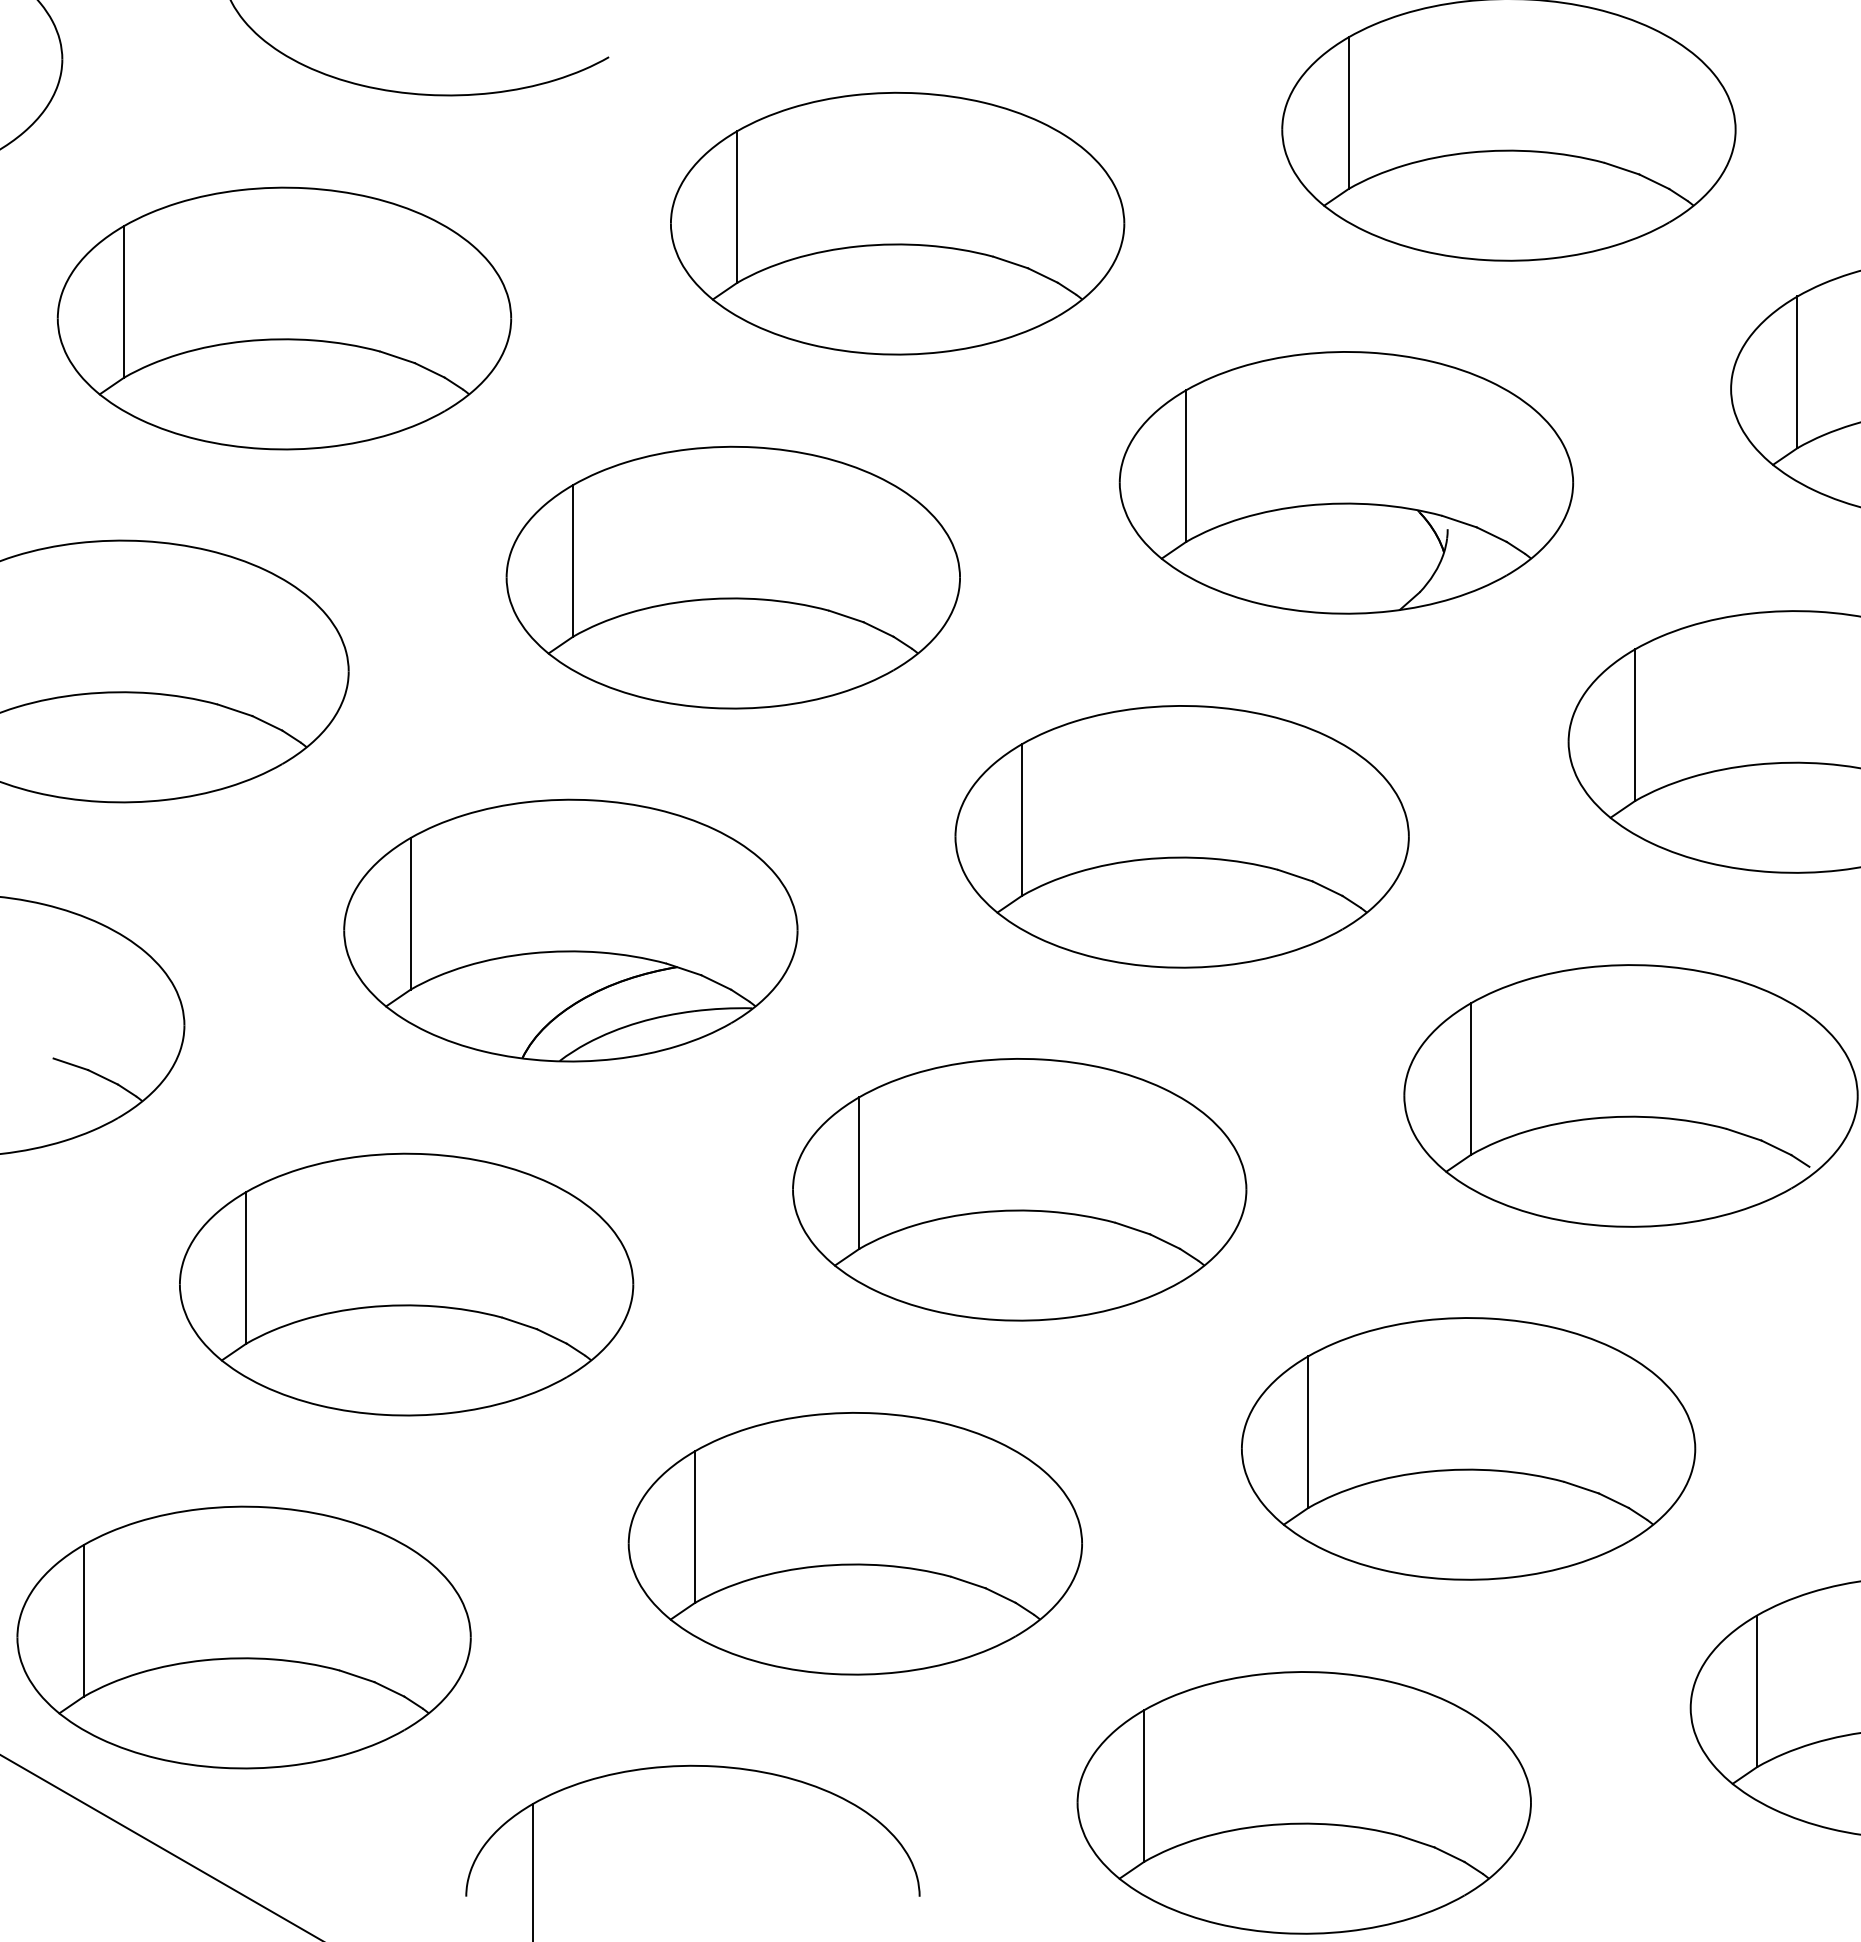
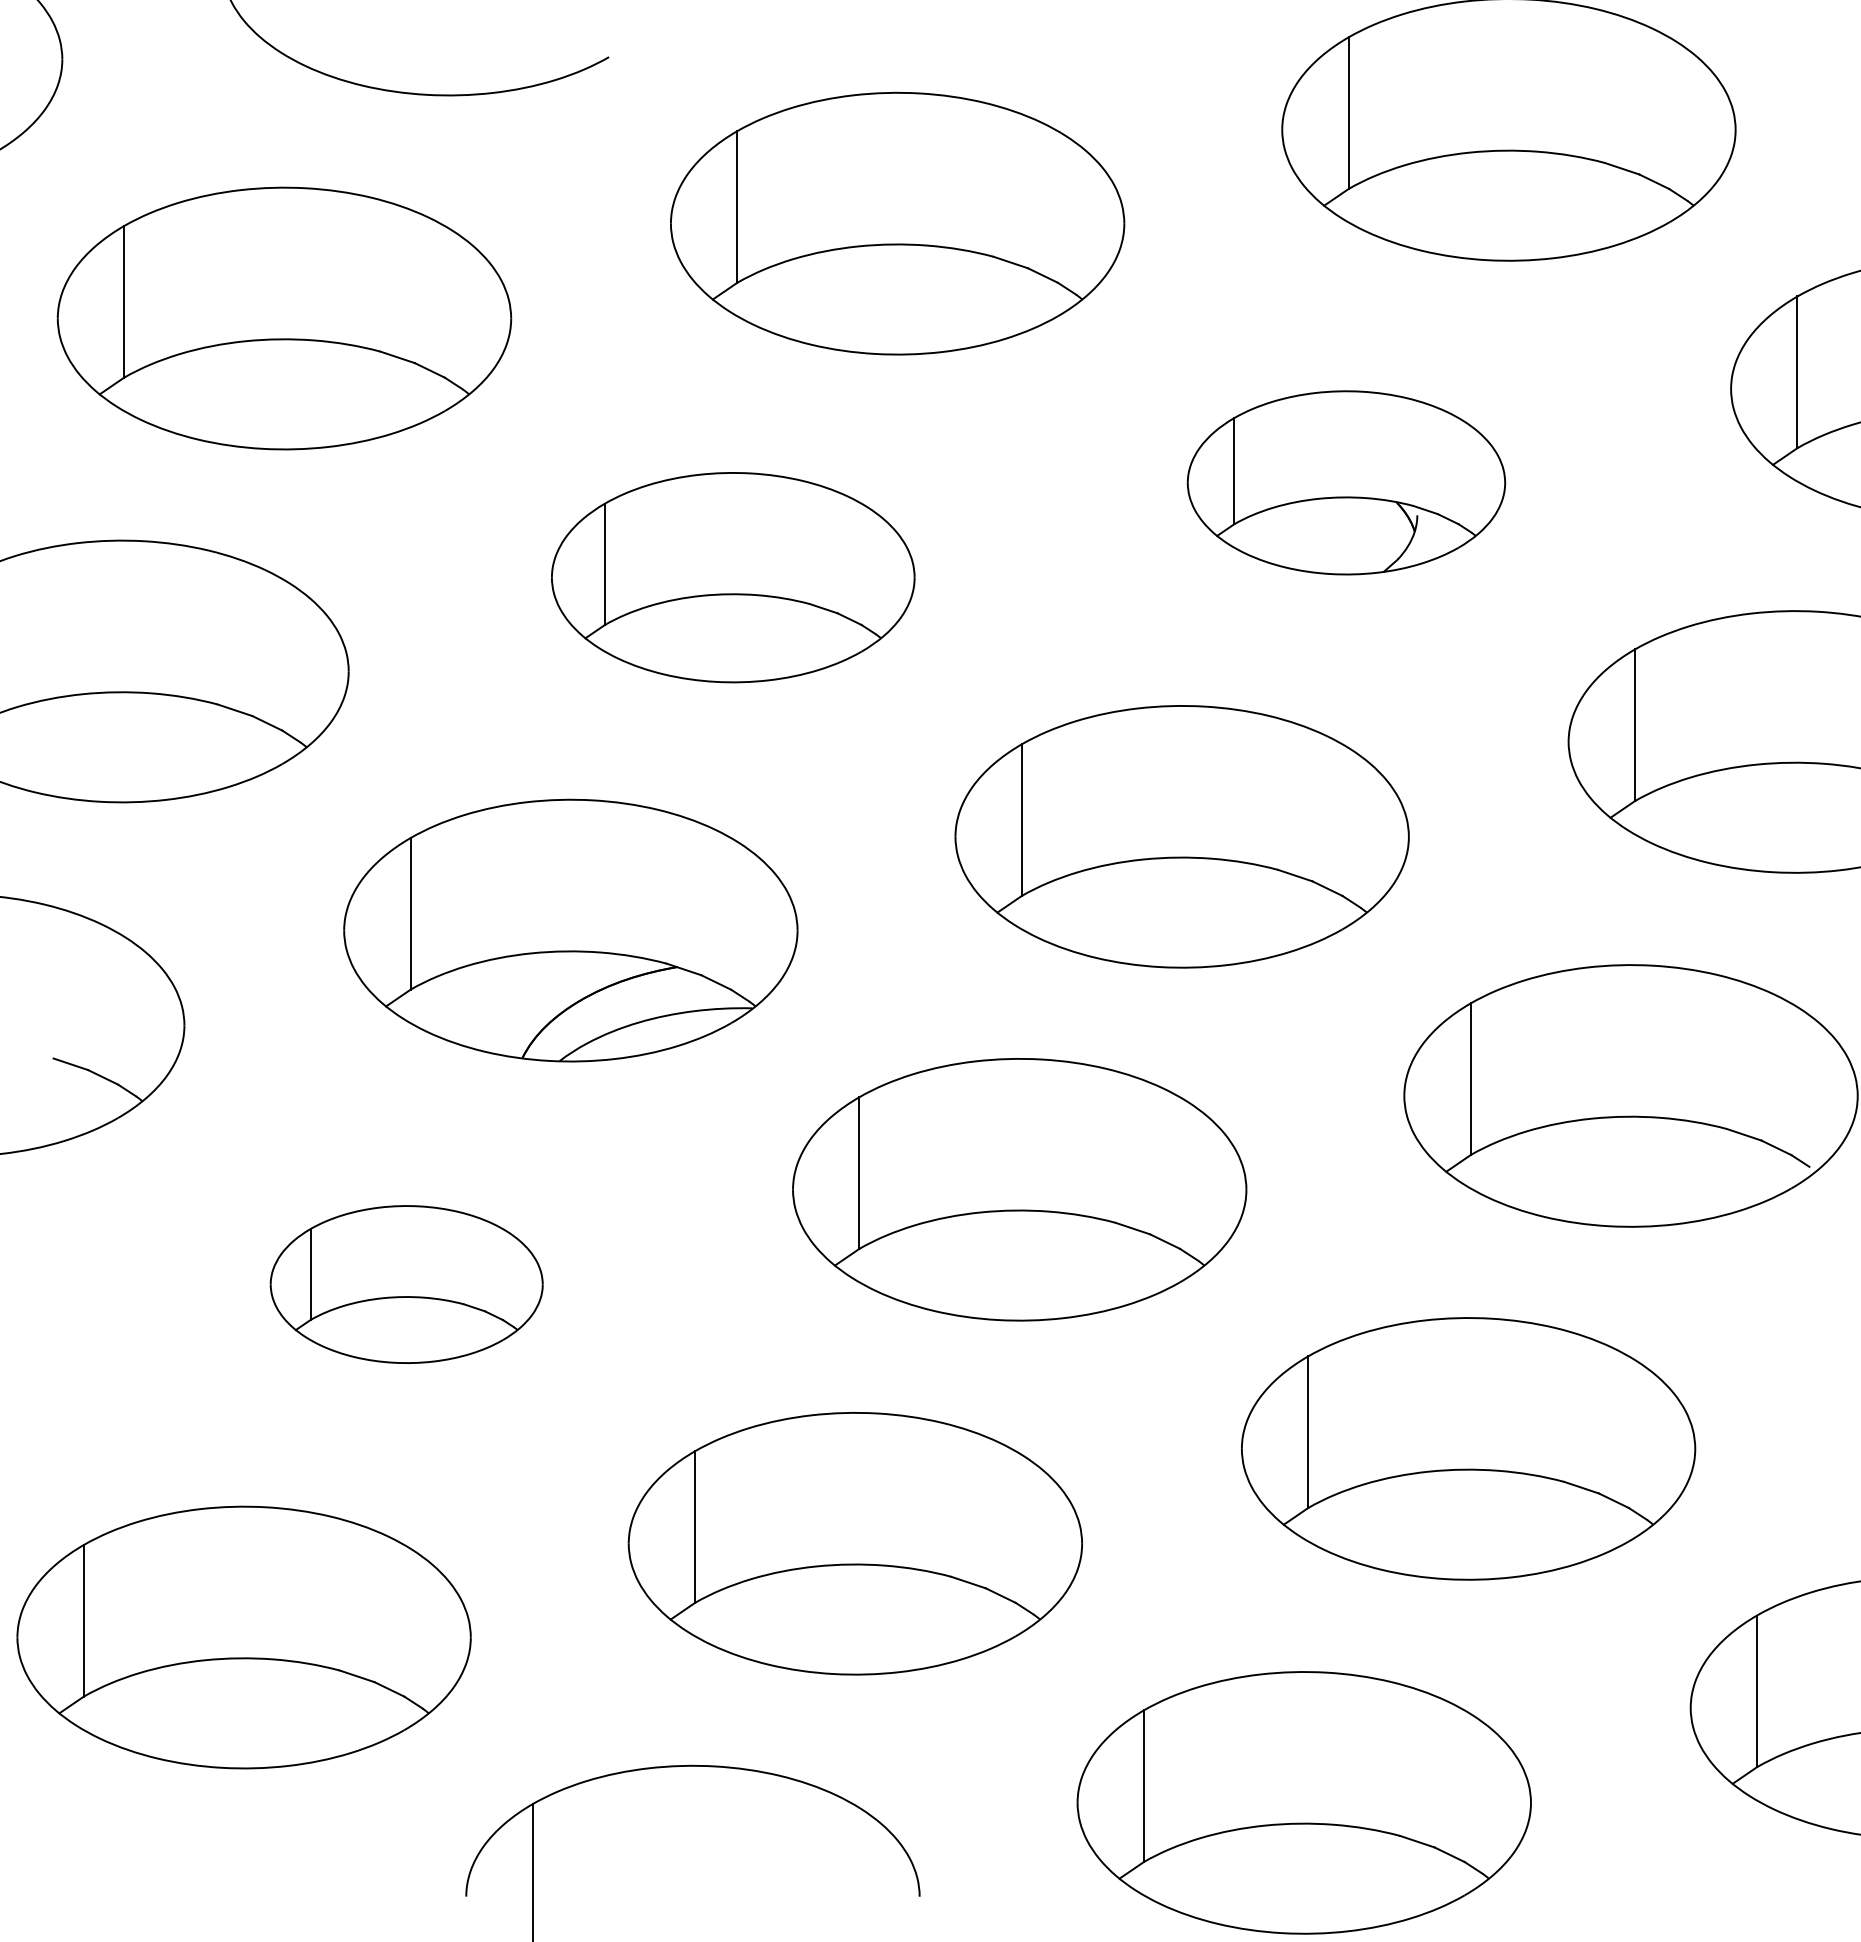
part at (1346, 482) size: 457x264 px -> 321x186 px
part at (732, 577) size: 456x265 px -> 365x212 px
part at (406, 1284) size: 456x265 px -> 275x159 px
line at (160, 1847): present -> none
